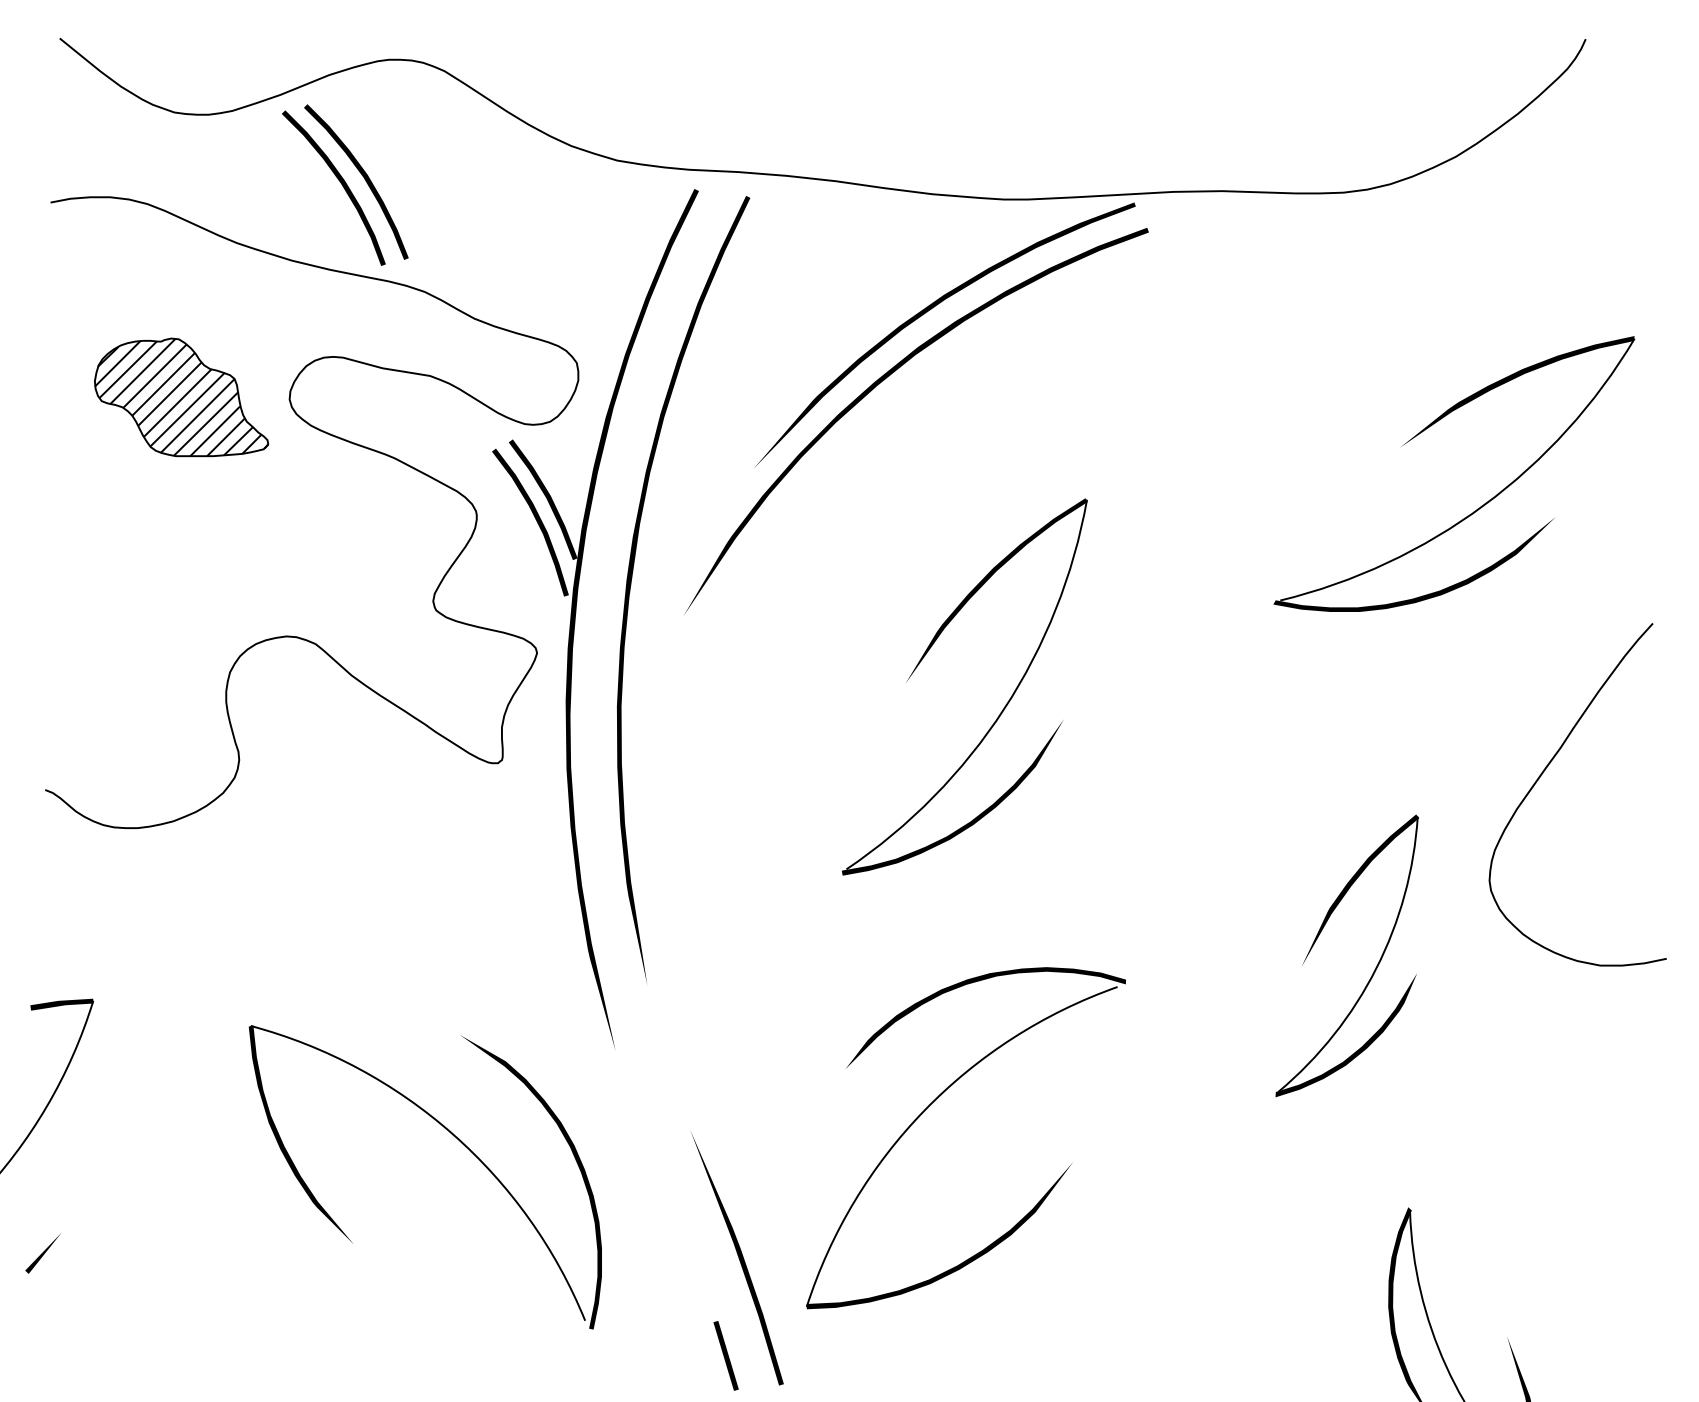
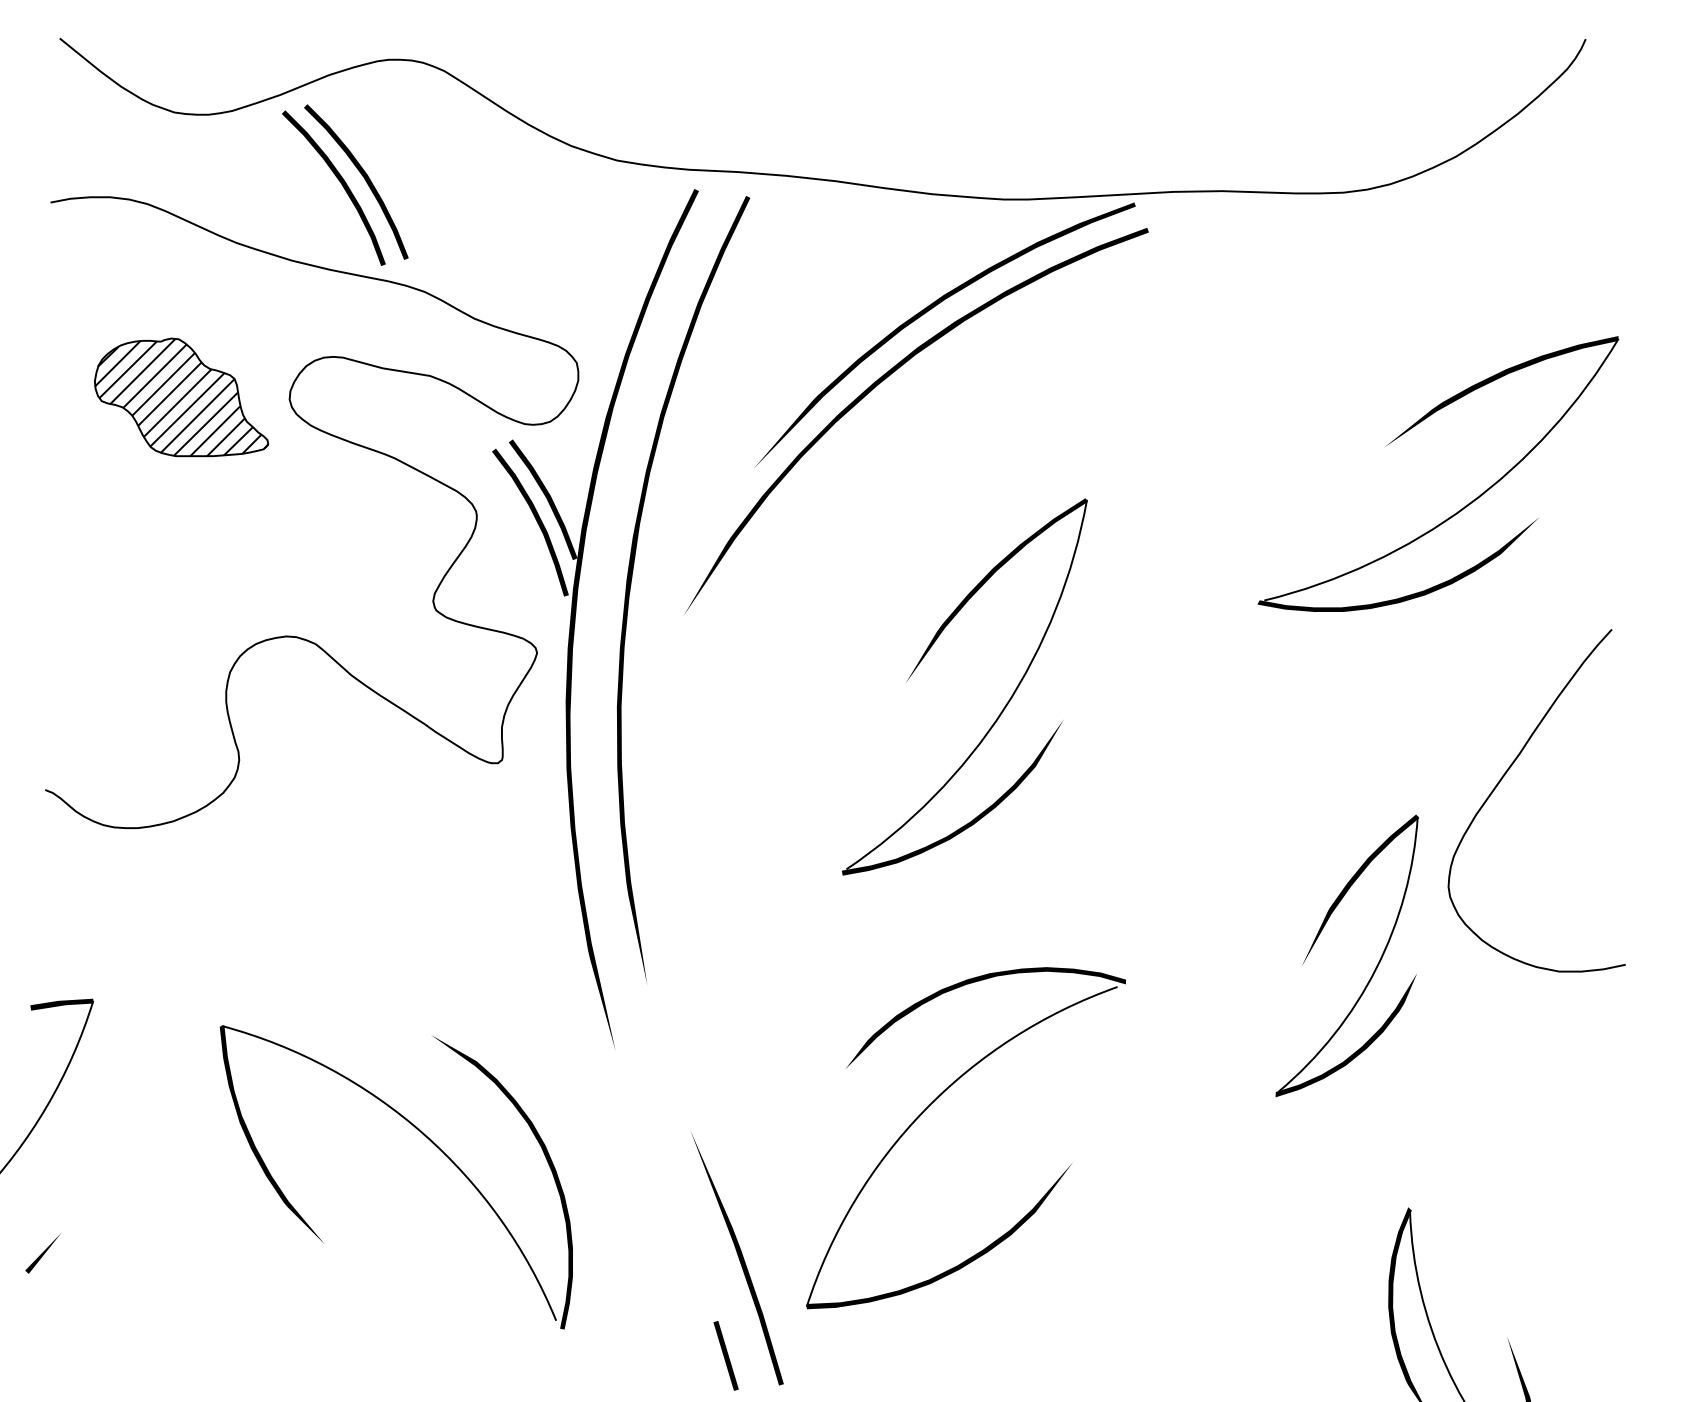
part at (1481, 505) position: (1481, 505) -> (1465, 505)
curve at (1546, 769) position: (1546, 769) -> (1505, 775)
part at (459, 1141) position: (459, 1141) -> (430, 1141)
